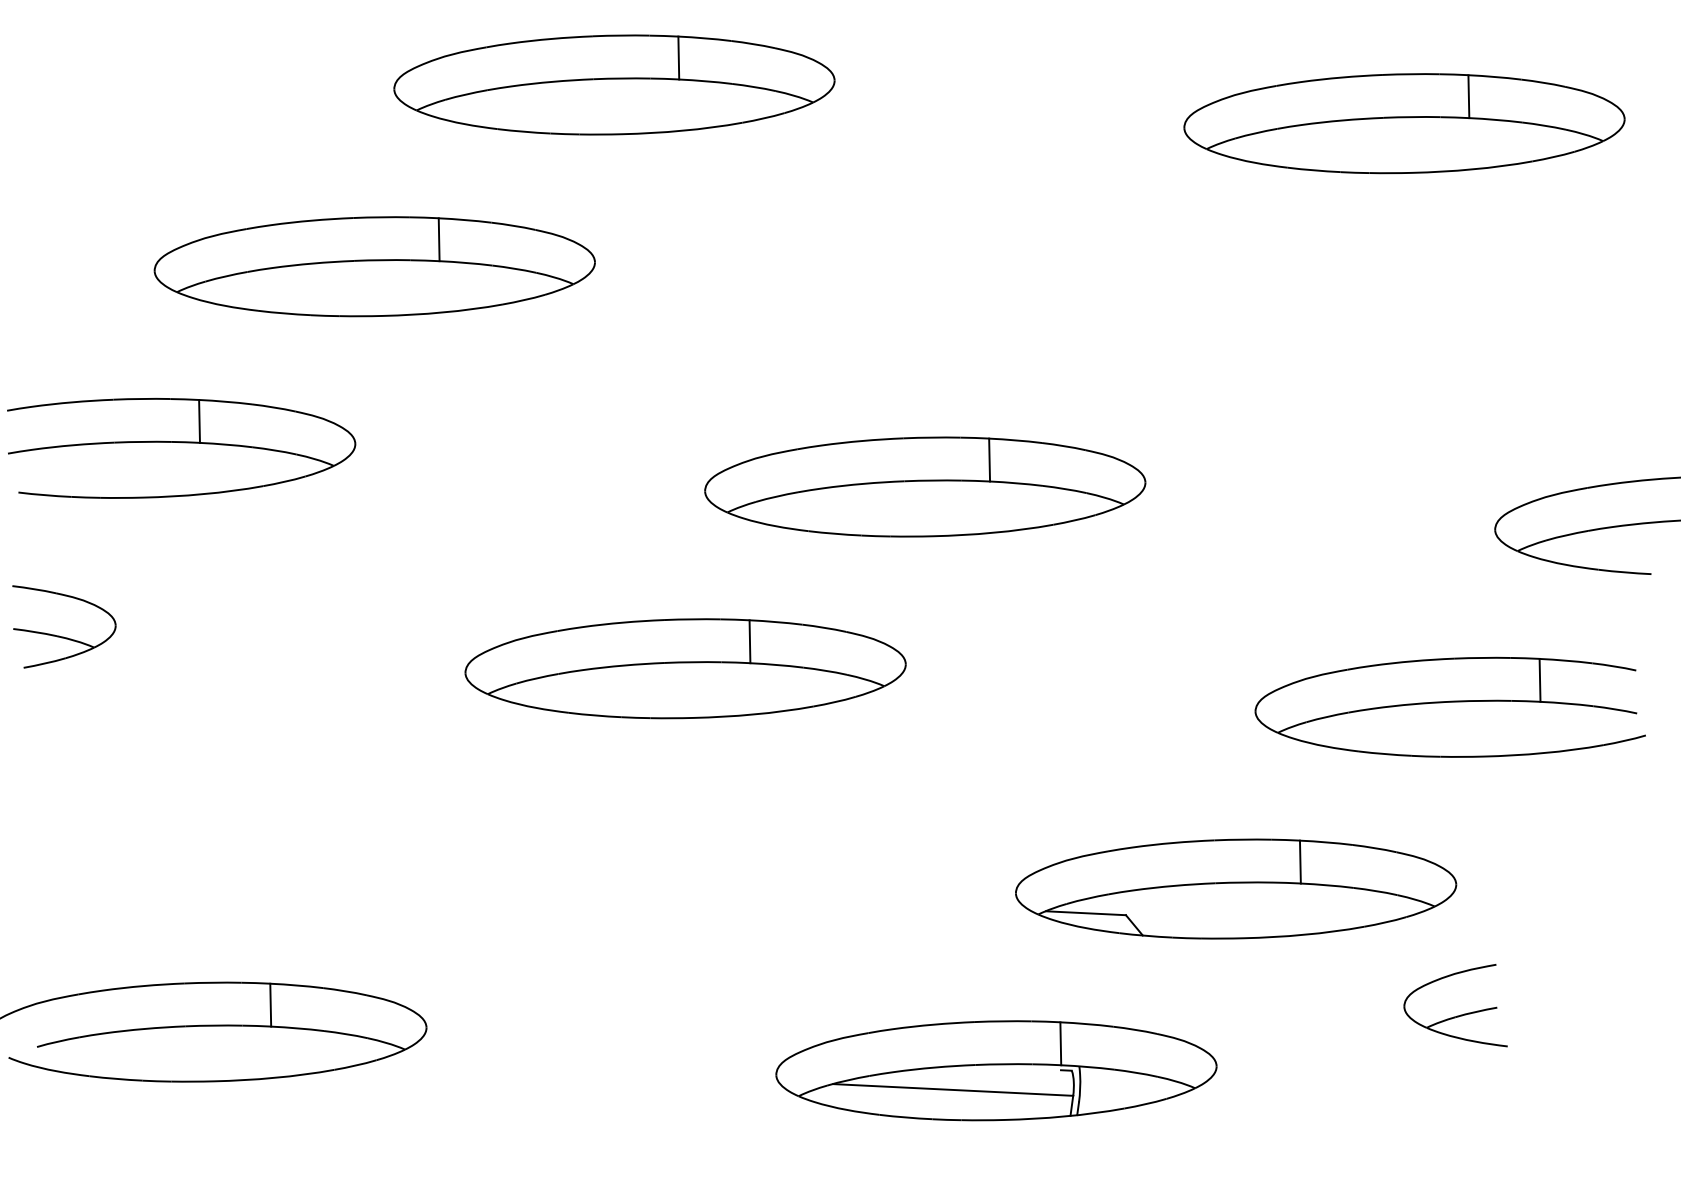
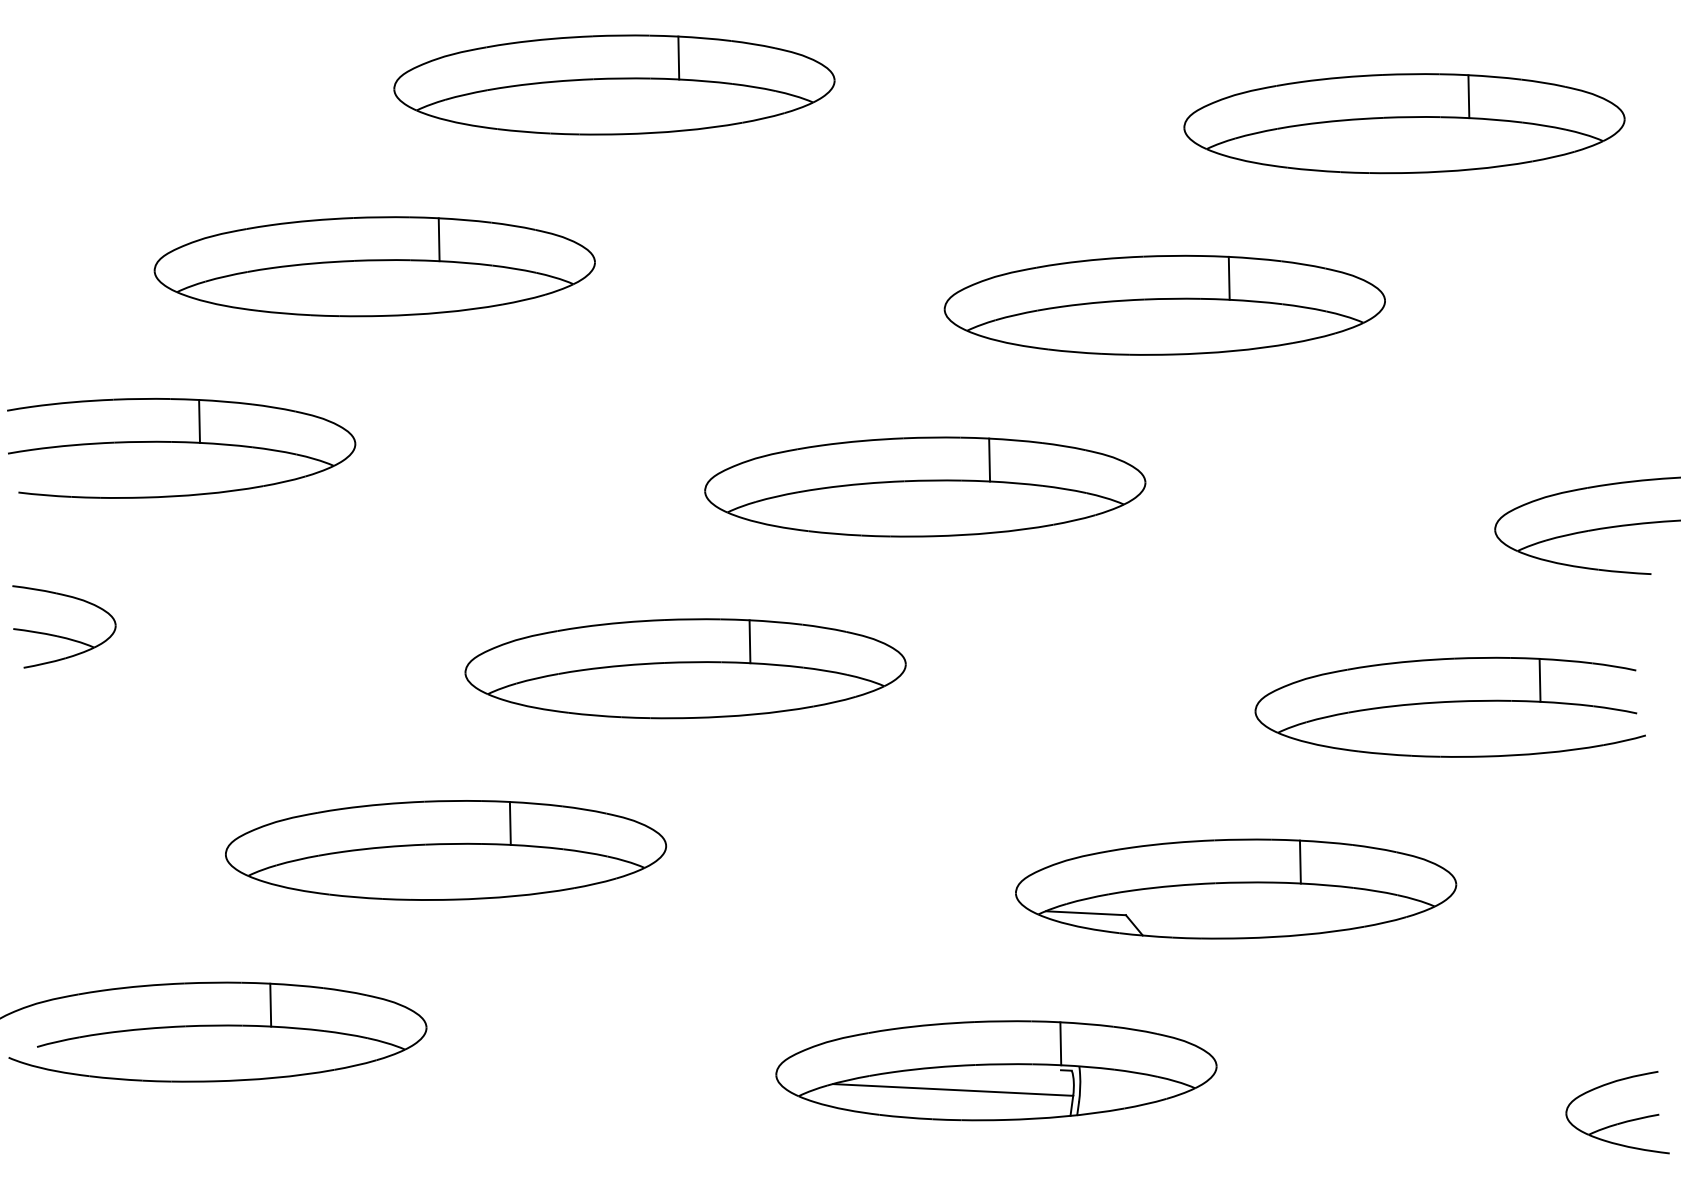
part at (1164, 304): none -> present
part at (446, 850): none -> present
part at (1457, 1015) position: (1457, 1015) -> (1619, 1122)
